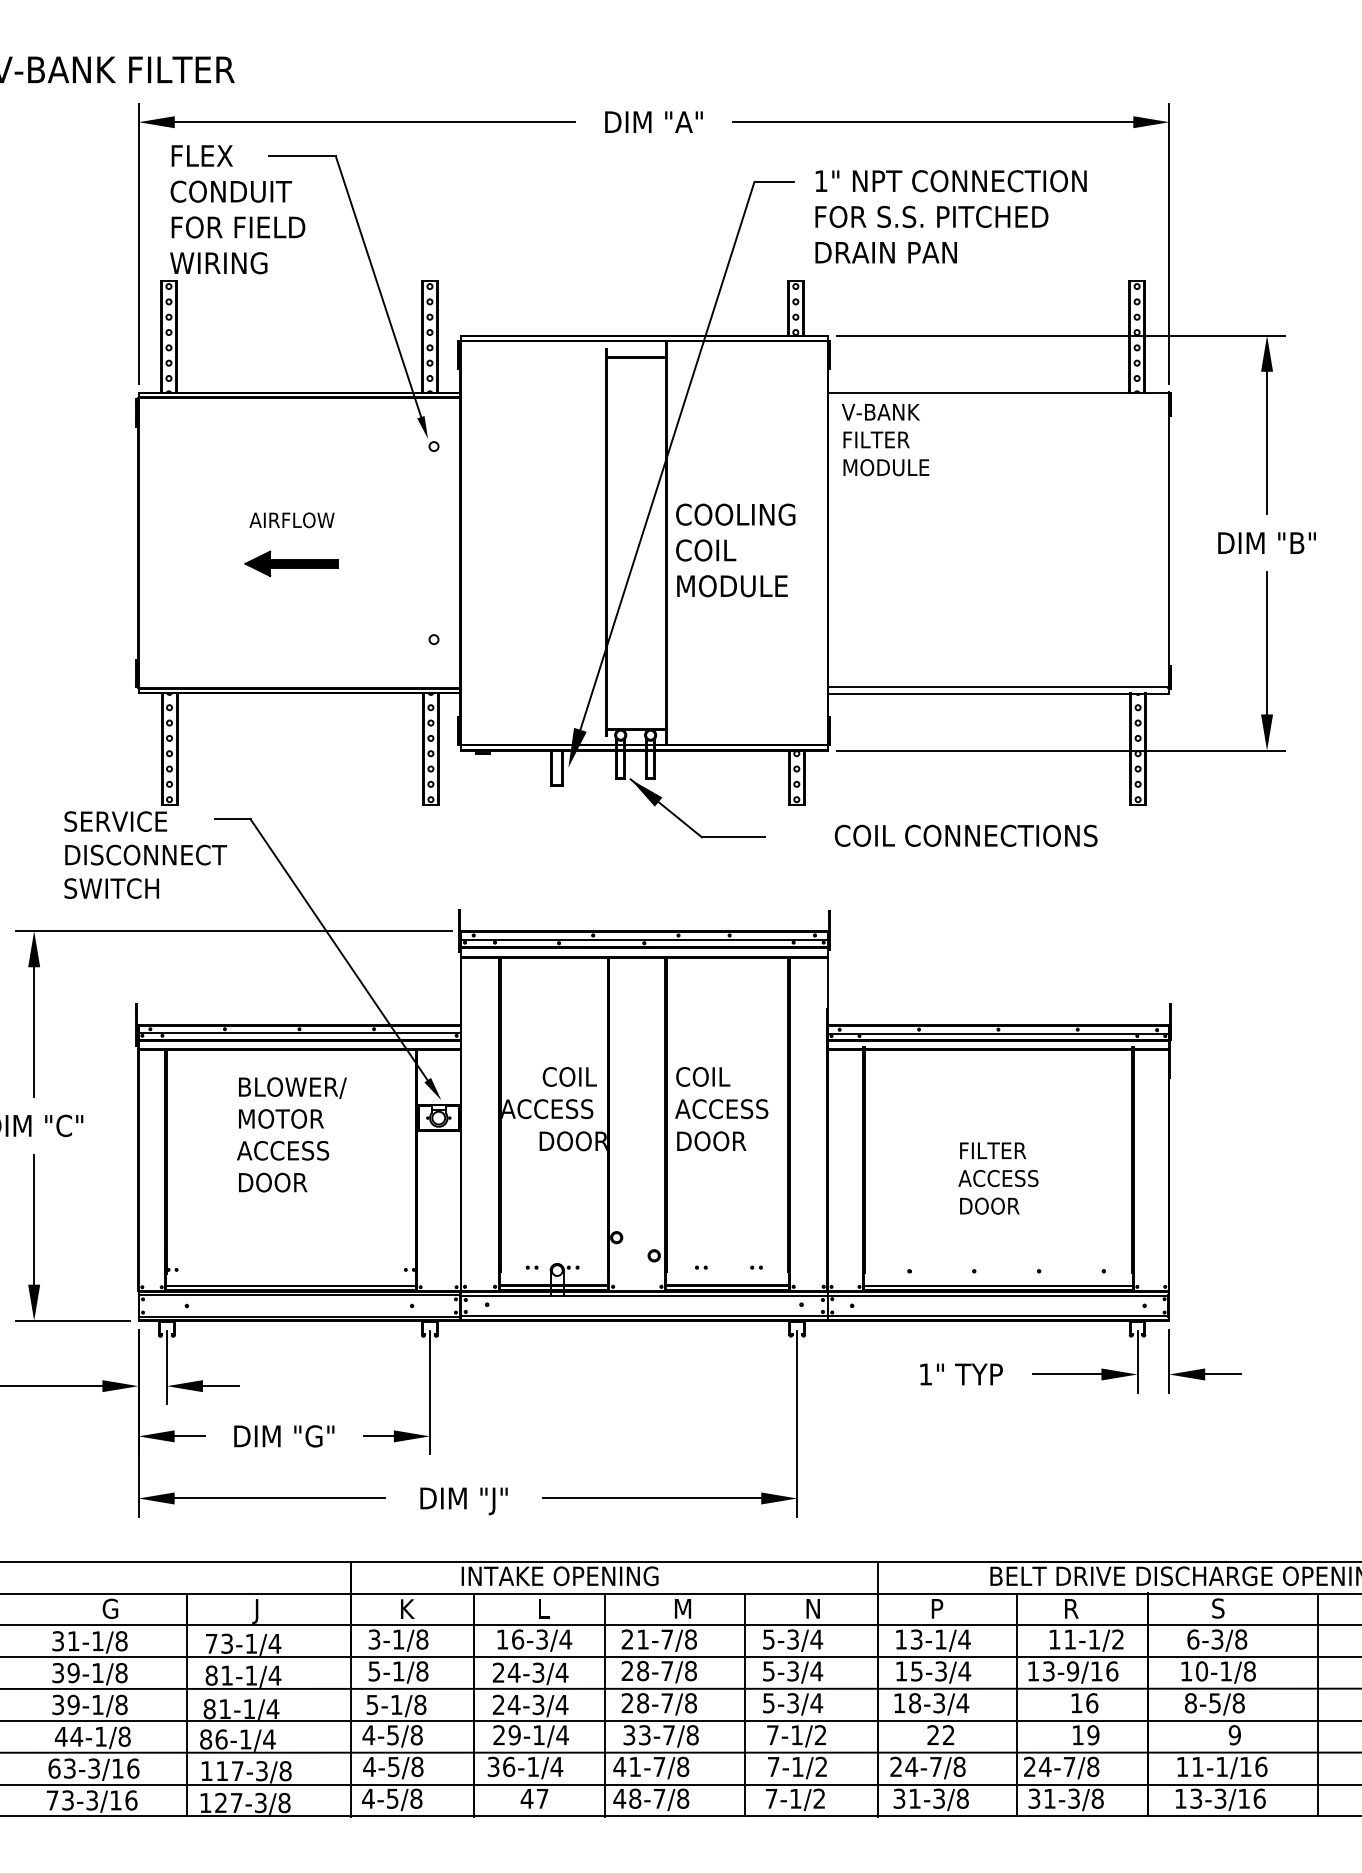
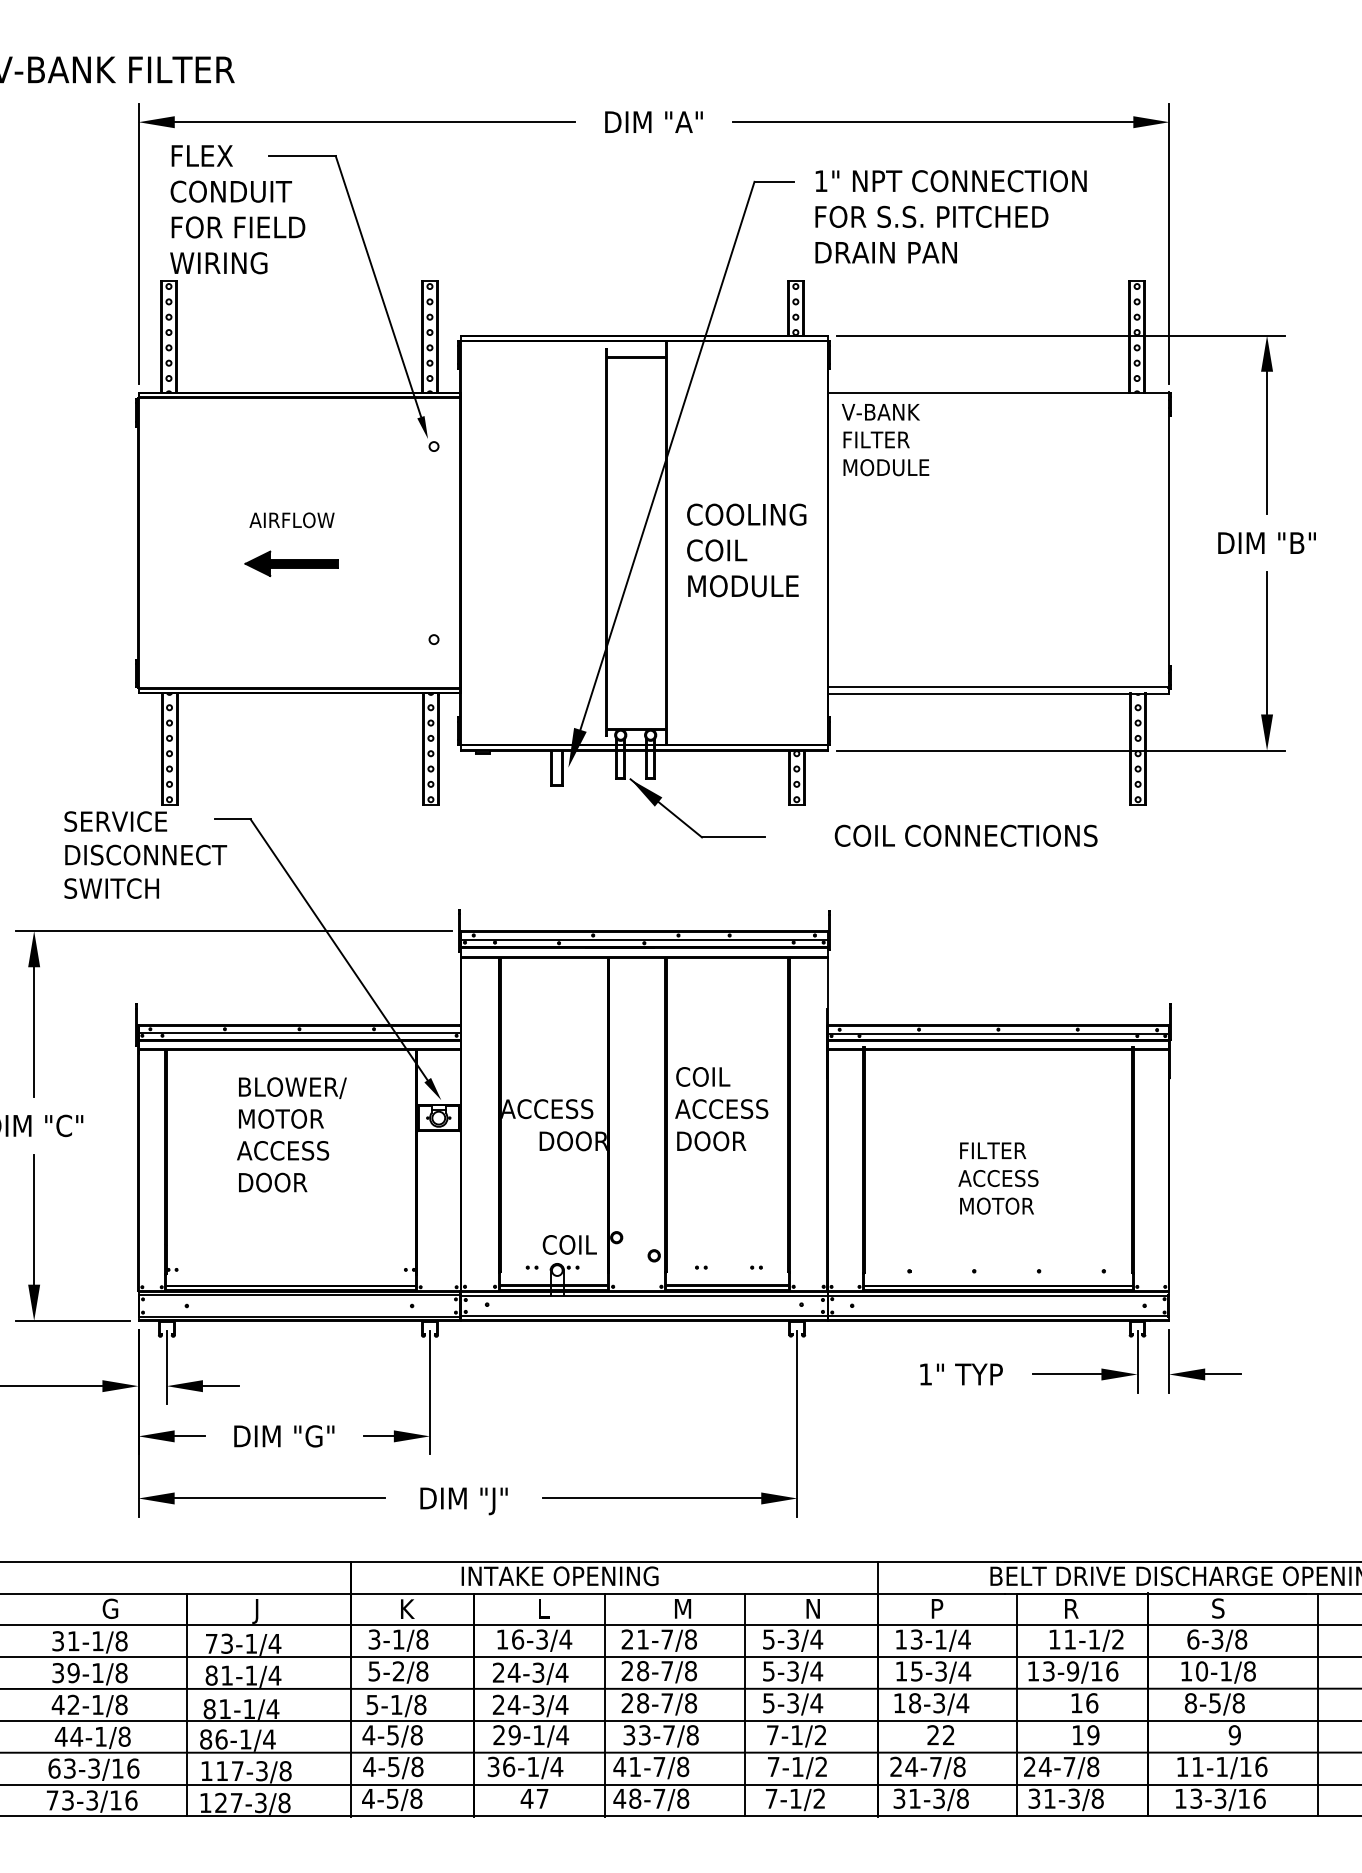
text at (735, 550) position: (735, 550) -> (746, 550)
text at (569, 1076) position: (569, 1076) -> (569, 1244)
text at (997, 1205): DOOR -> MOTOR
text at (398, 1671): 5-1/8 -> 5-2/8
text at (65, 1704): 39-1/8 -> 42-1/8
